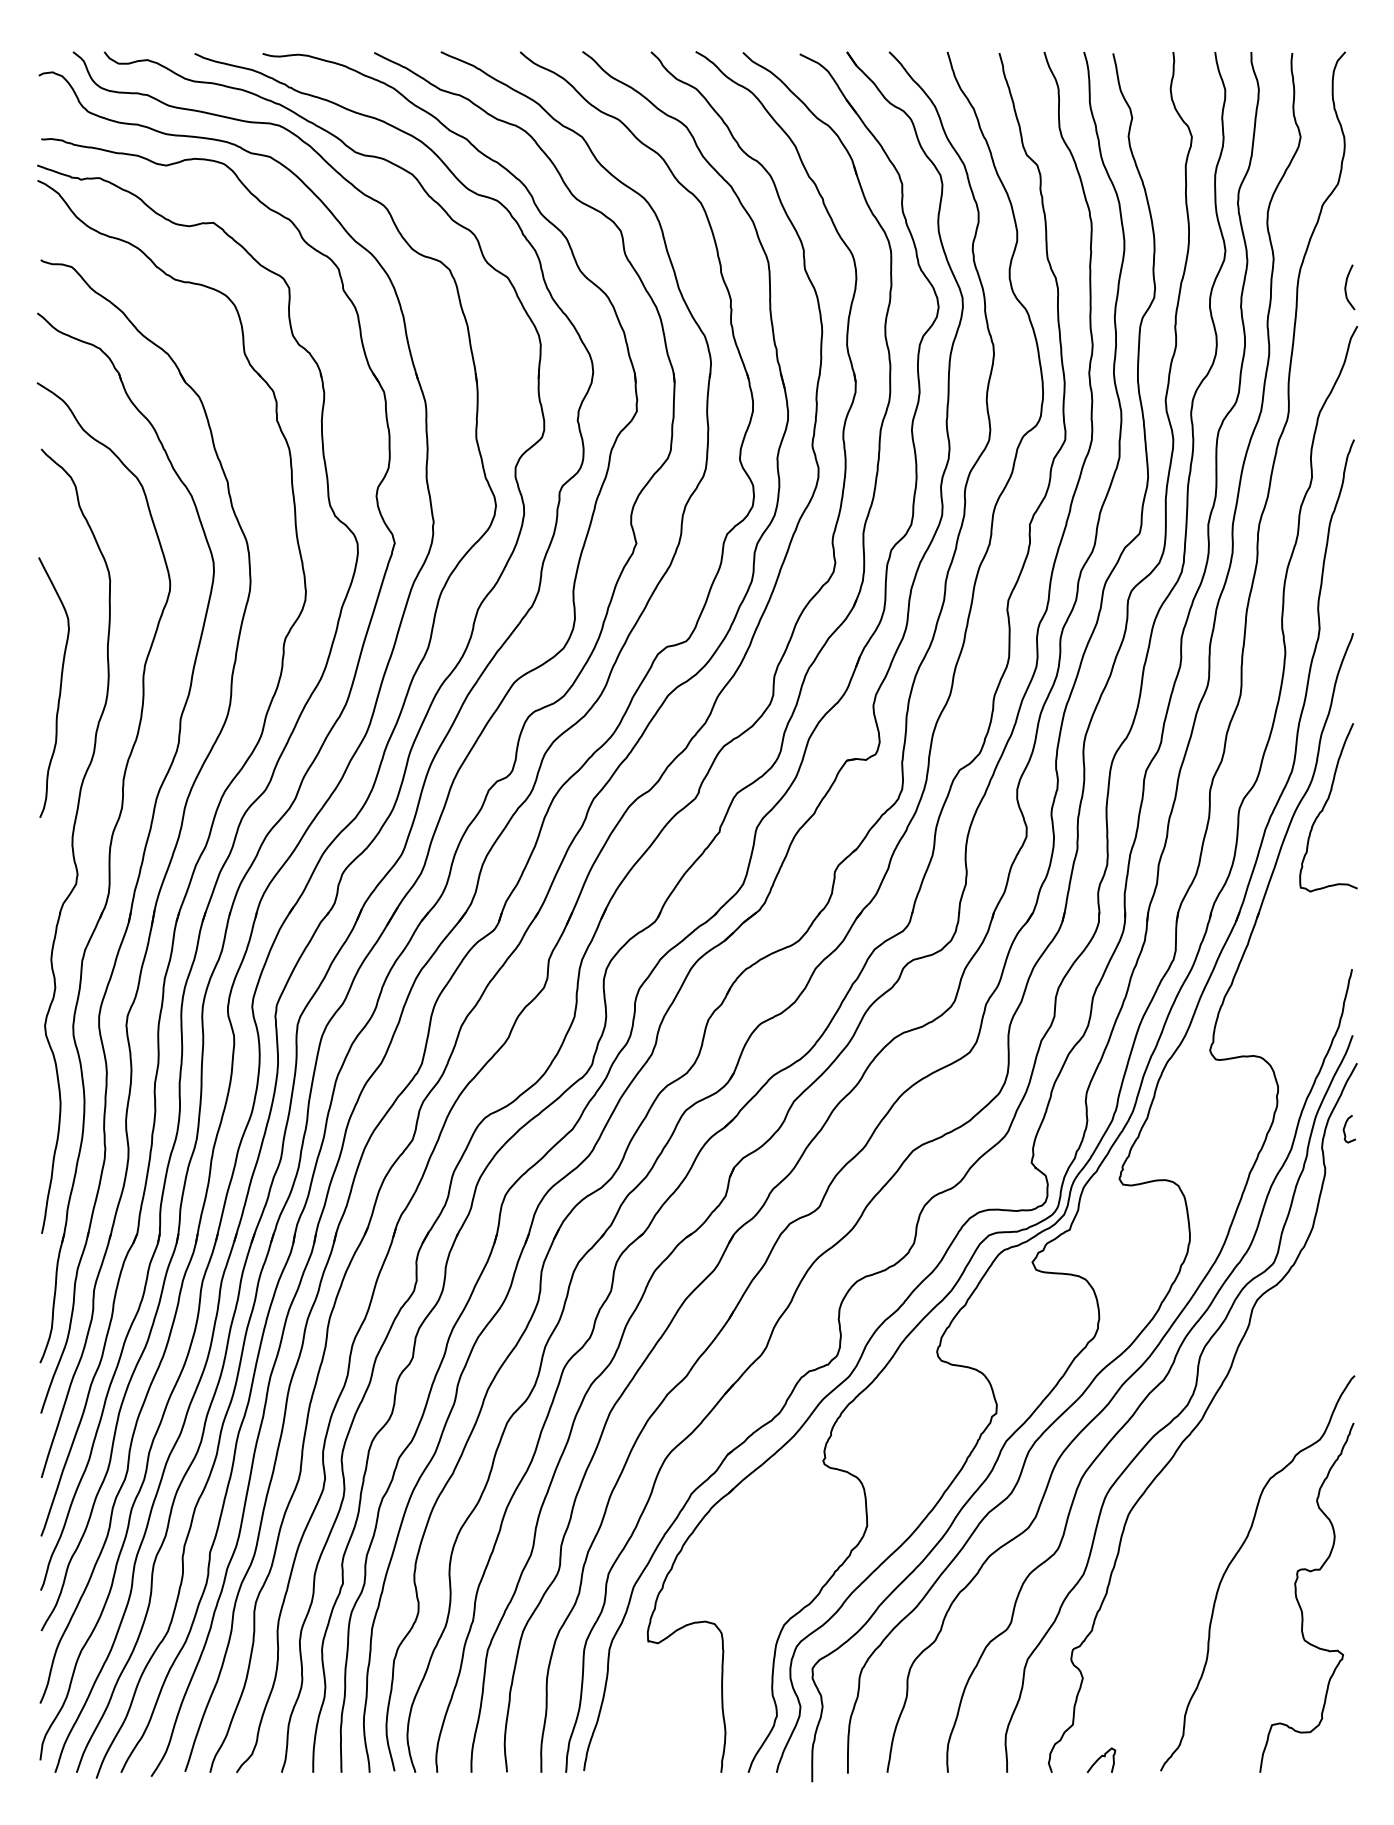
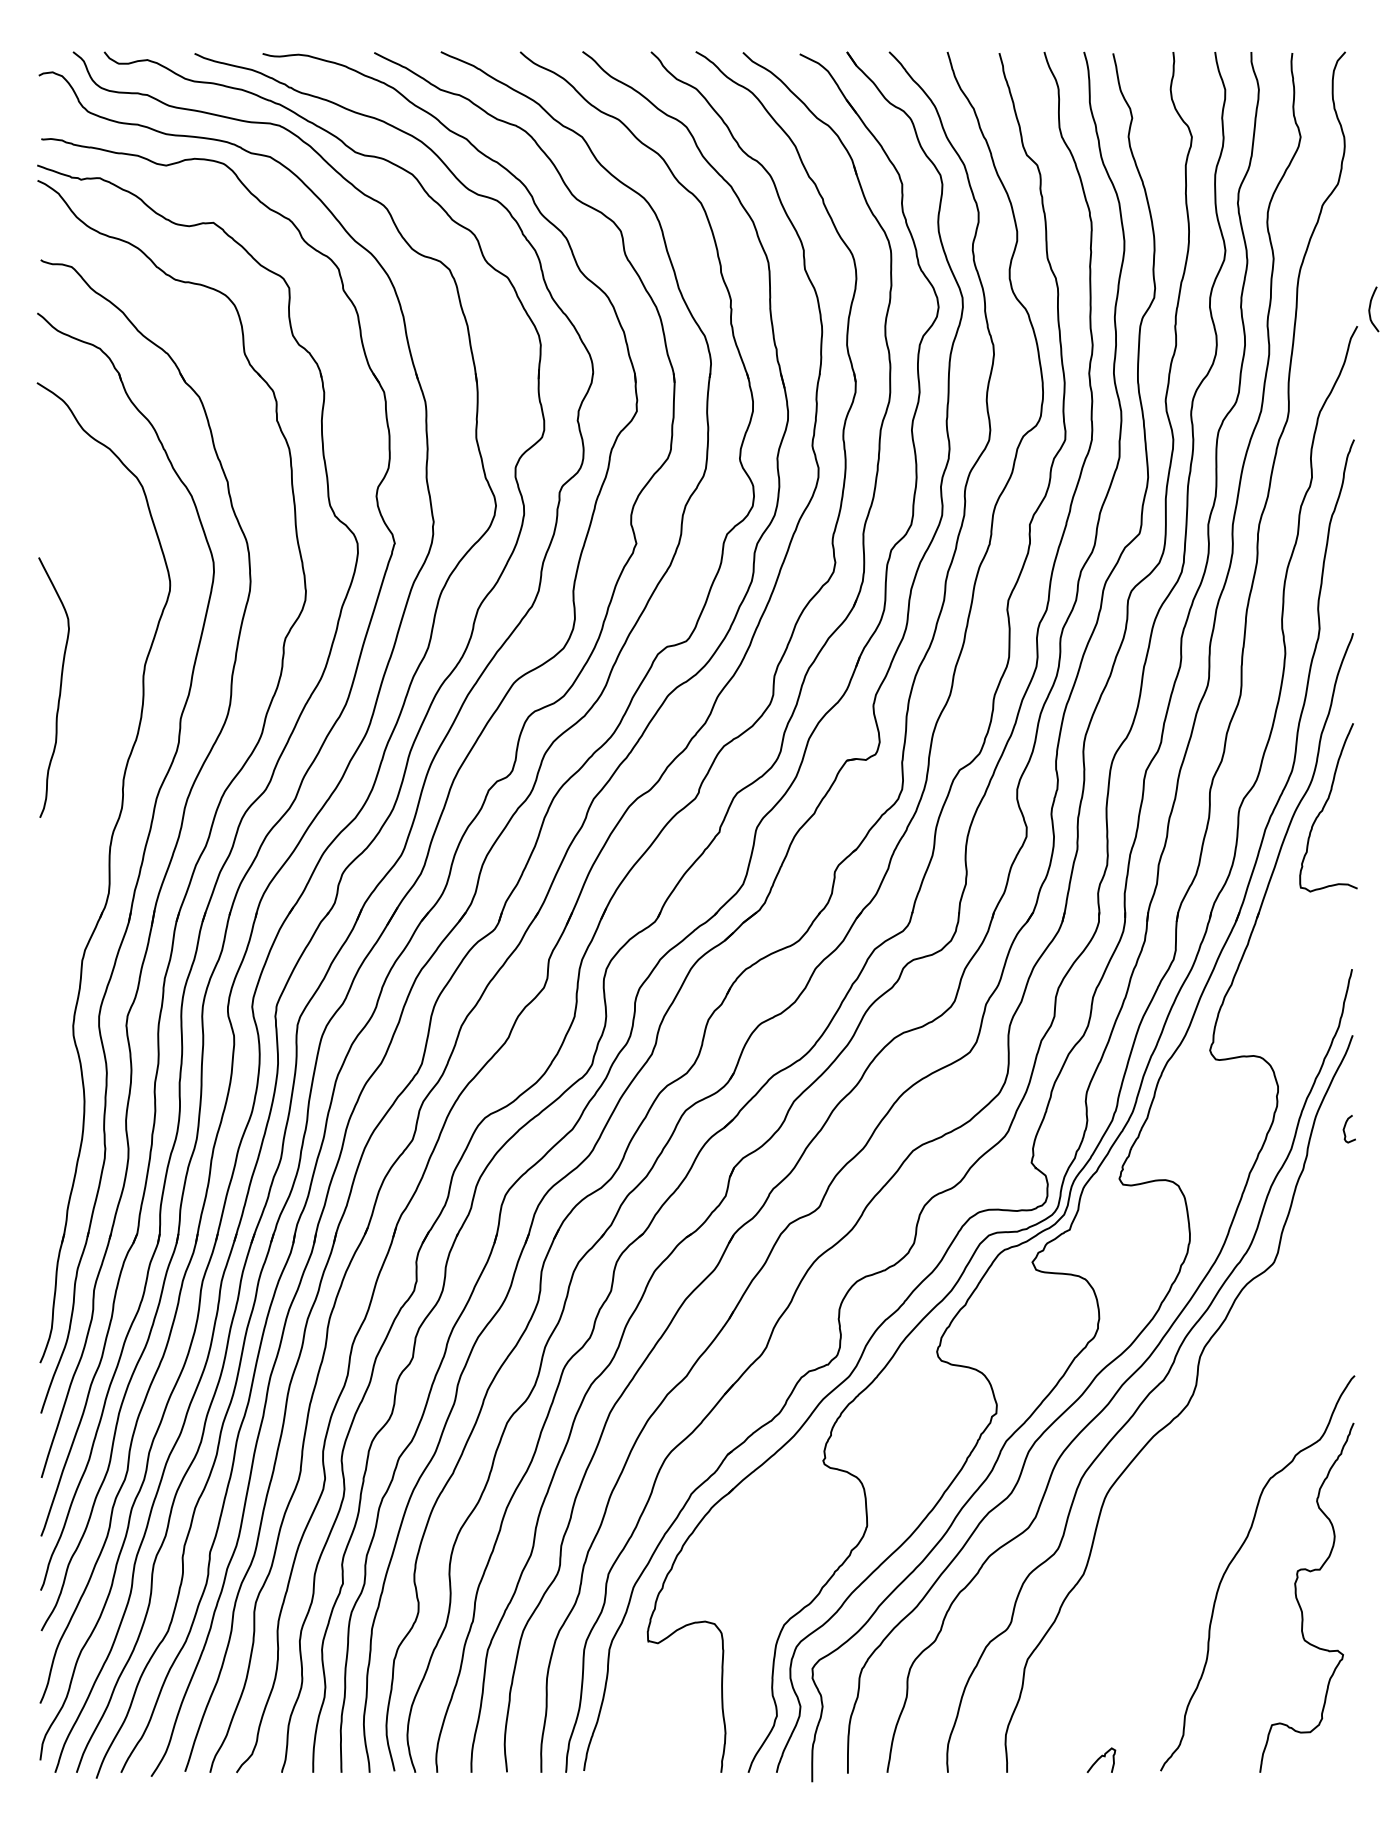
curve at (1346, 287) position: (1346, 287) -> (1370, 309)
part at (75, 840): present -> none
curve at (1202, 1417): present -> none
